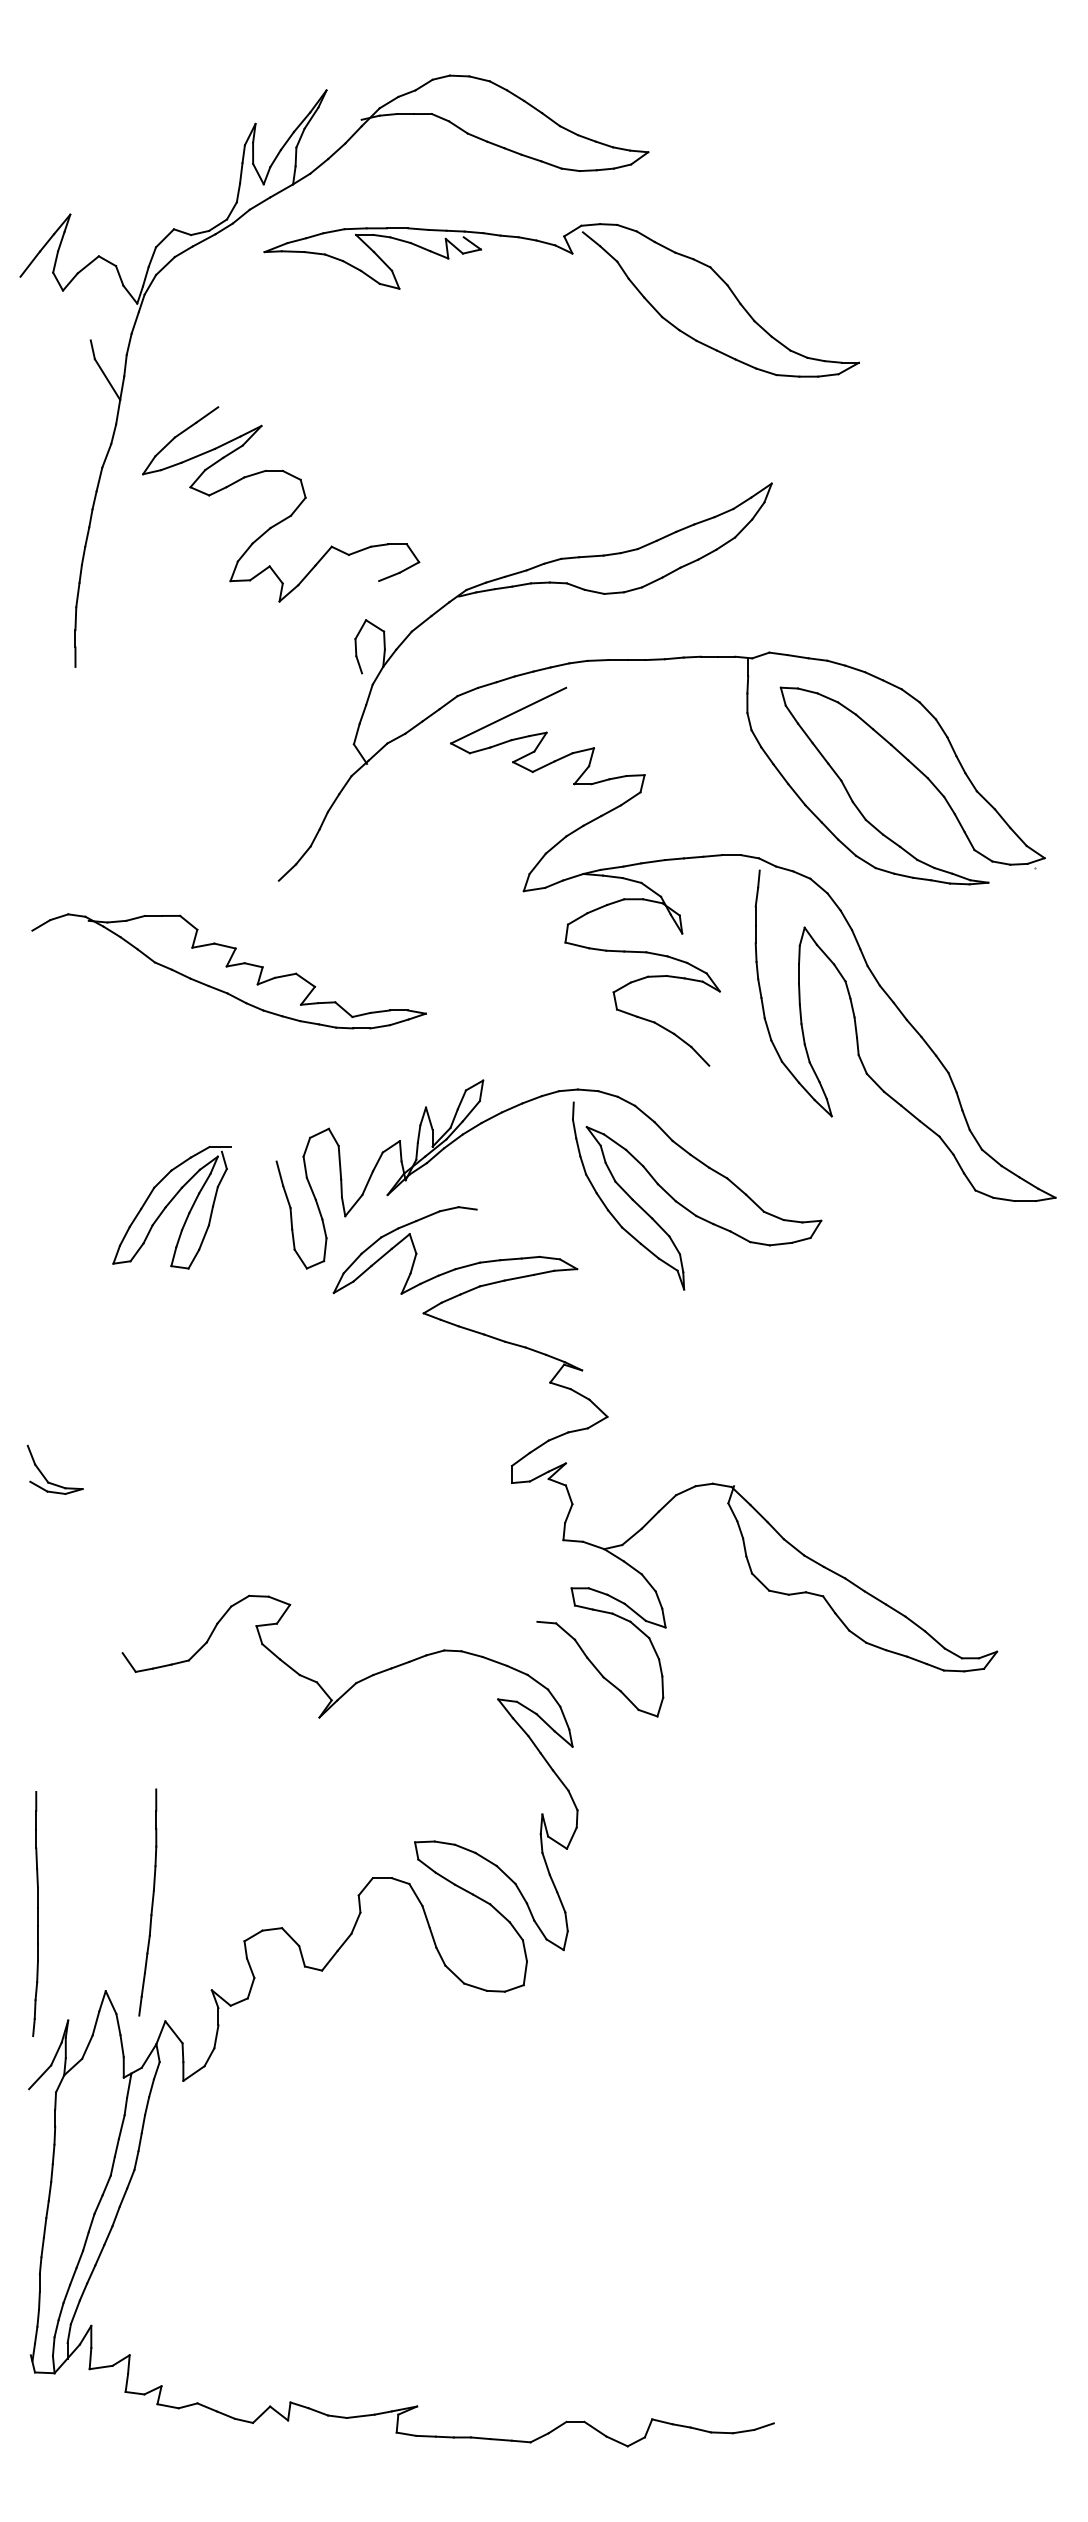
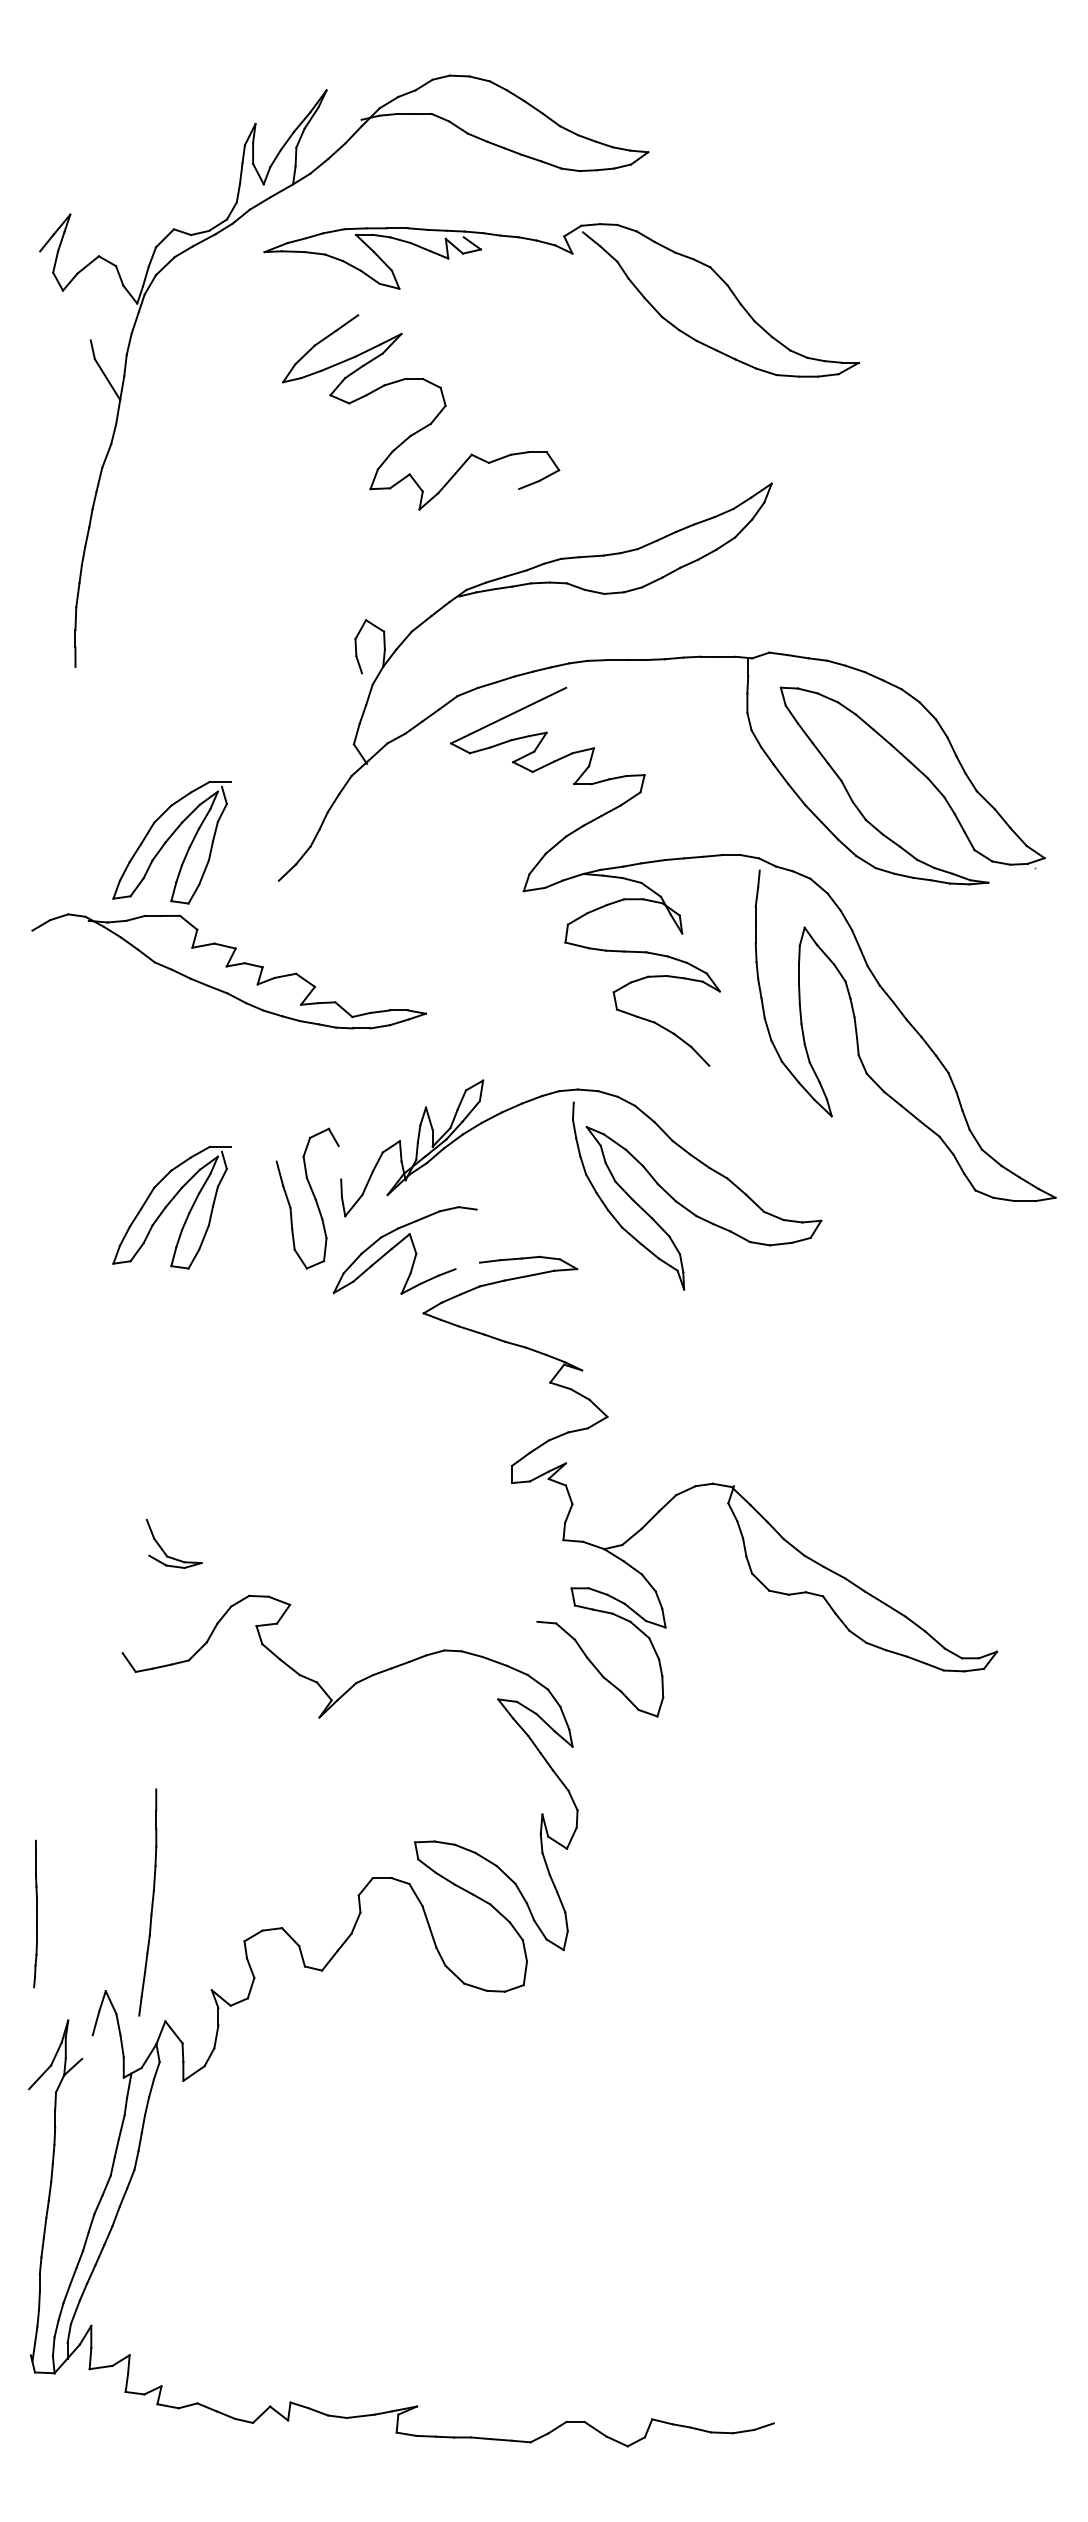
line at (30, 263): present -> none
part at (287, 516) position: (287, 516) -> (427, 424)
part at (171, 842): none -> present
line at (339, 1162): present -> none
line at (467, 1265): present -> none
part at (44, 1475) position: (44, 1475) -> (163, 1549)
part at (35, 1913) size: 7x246 px -> 5x150 px
line at (87, 2046): present -> none
